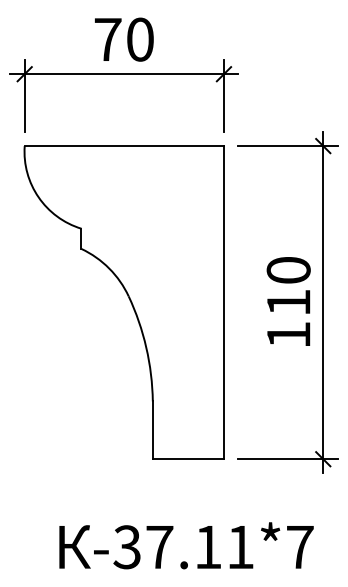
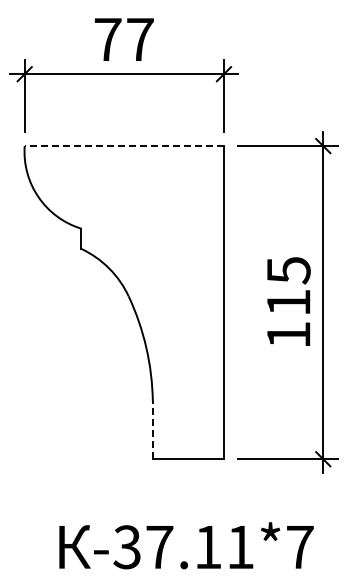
text at (140, 39): 70 -> 77
line at (124, 146): solid -> dashed
text at (288, 270): 110 -> 115
line at (152, 430): solid -> dashed
